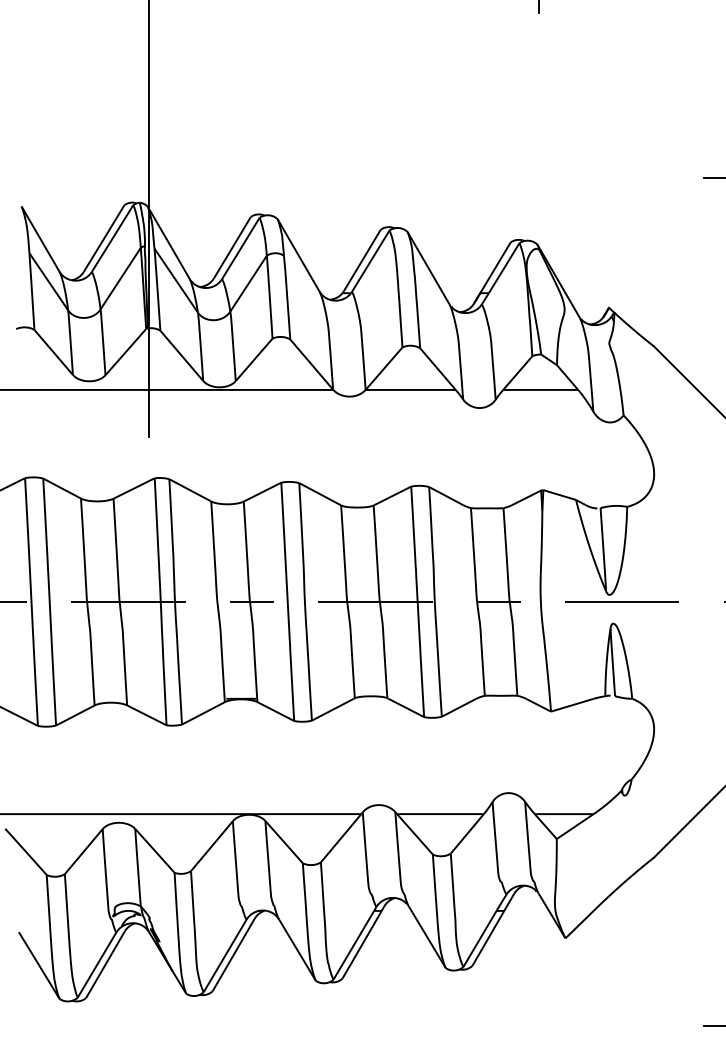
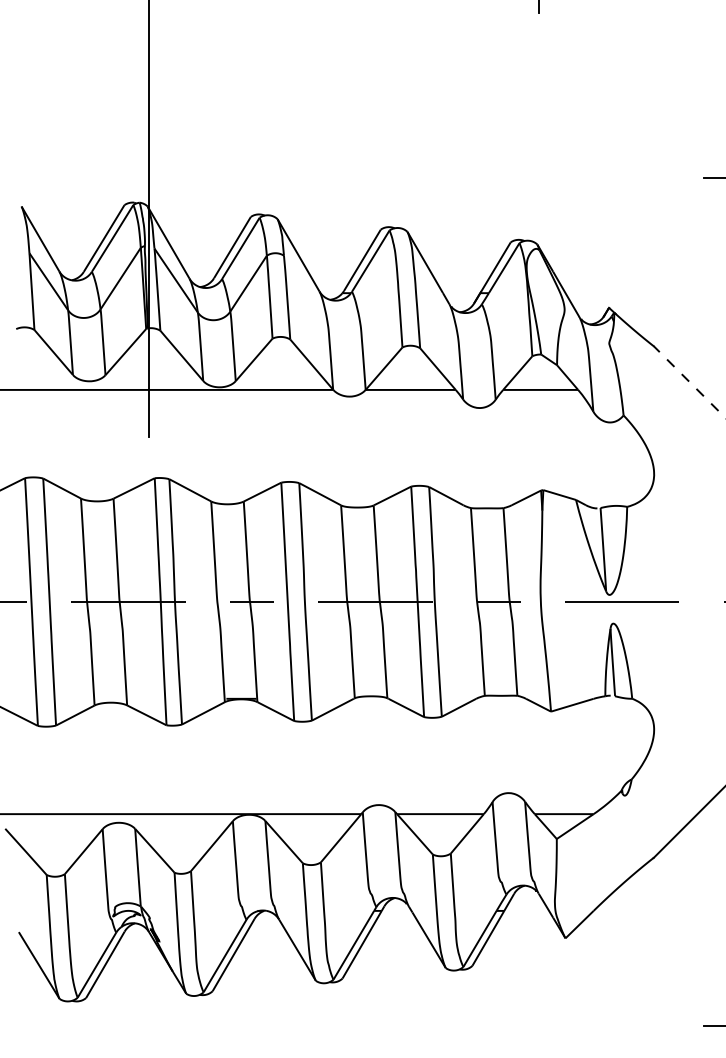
line at (689, 382): solid -> dashed
